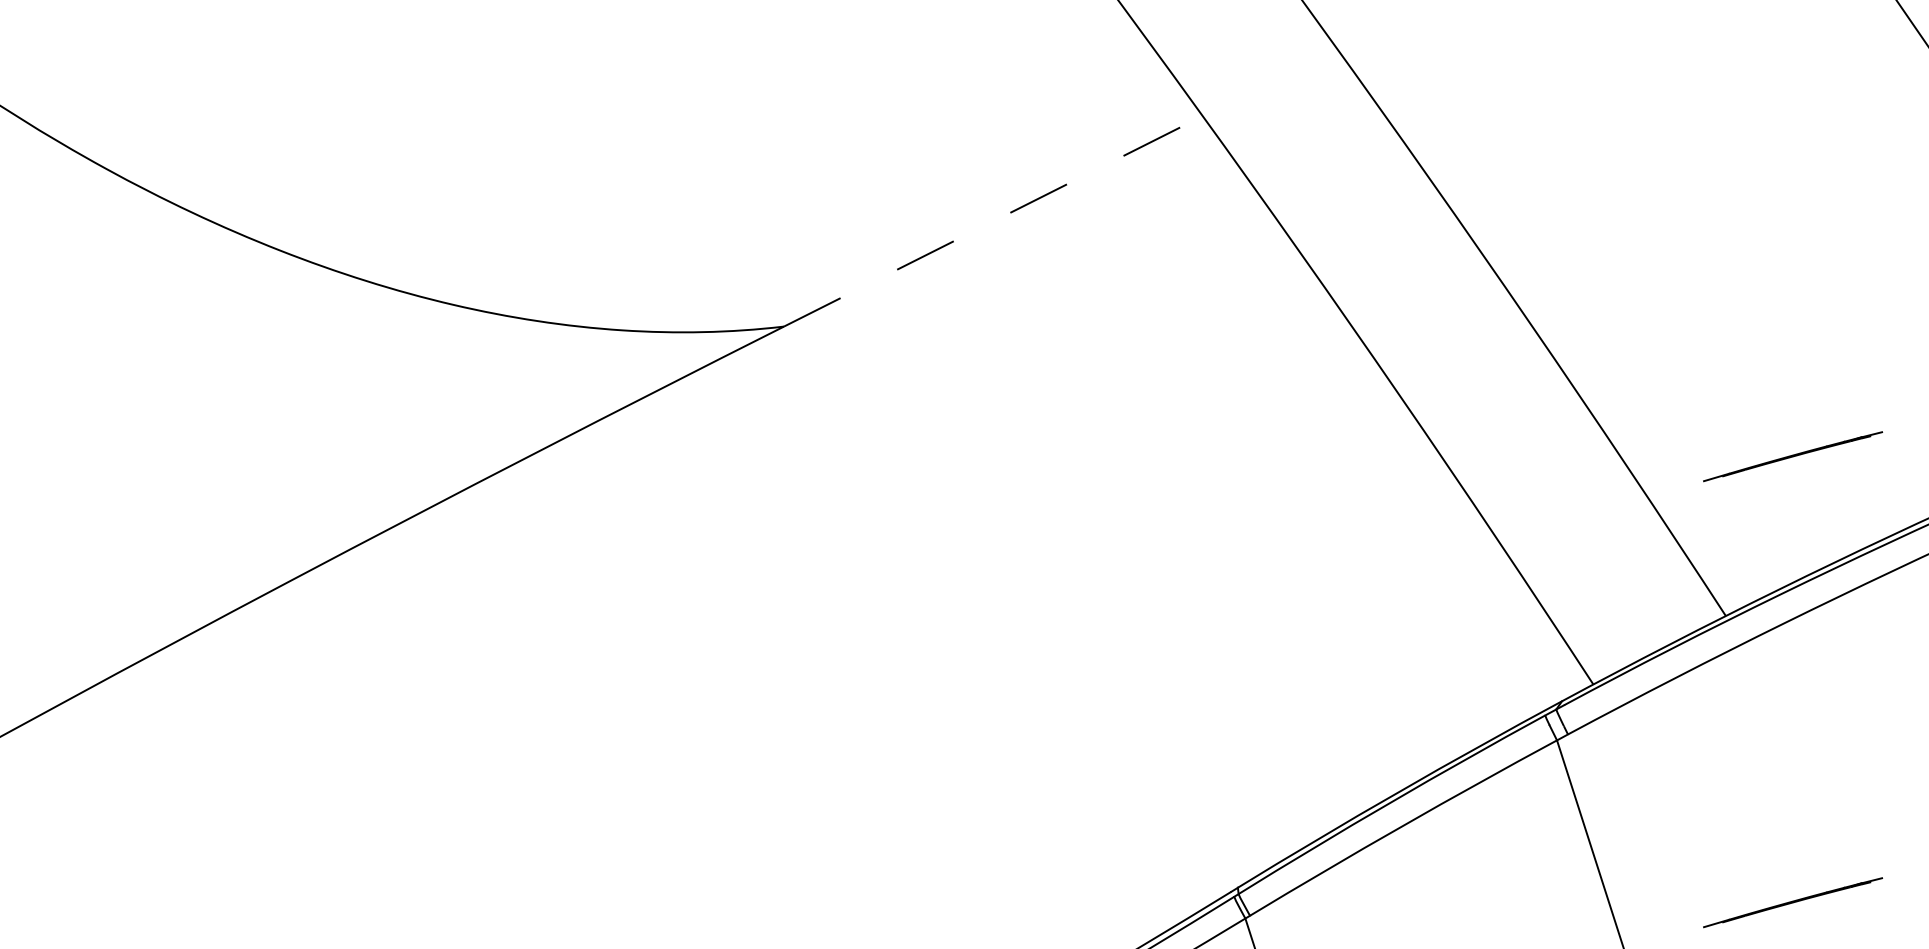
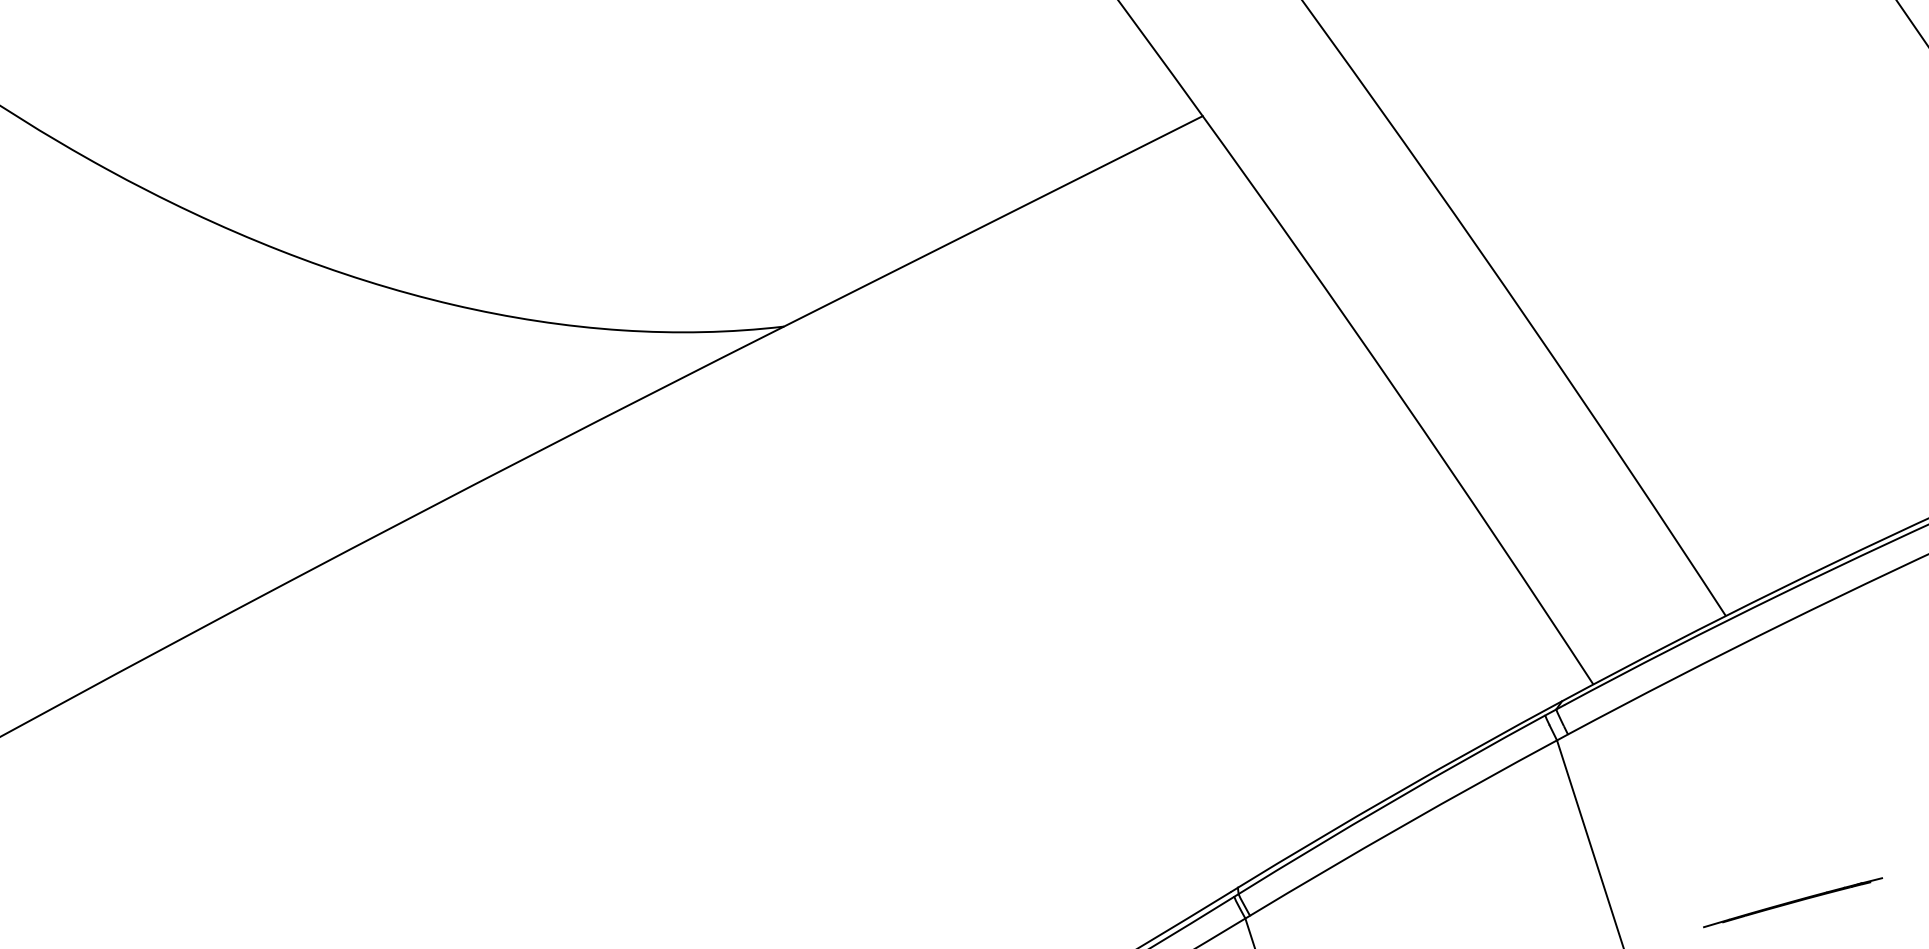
line at (993, 221): dashed -> solid
line at (1792, 456): present -> none
